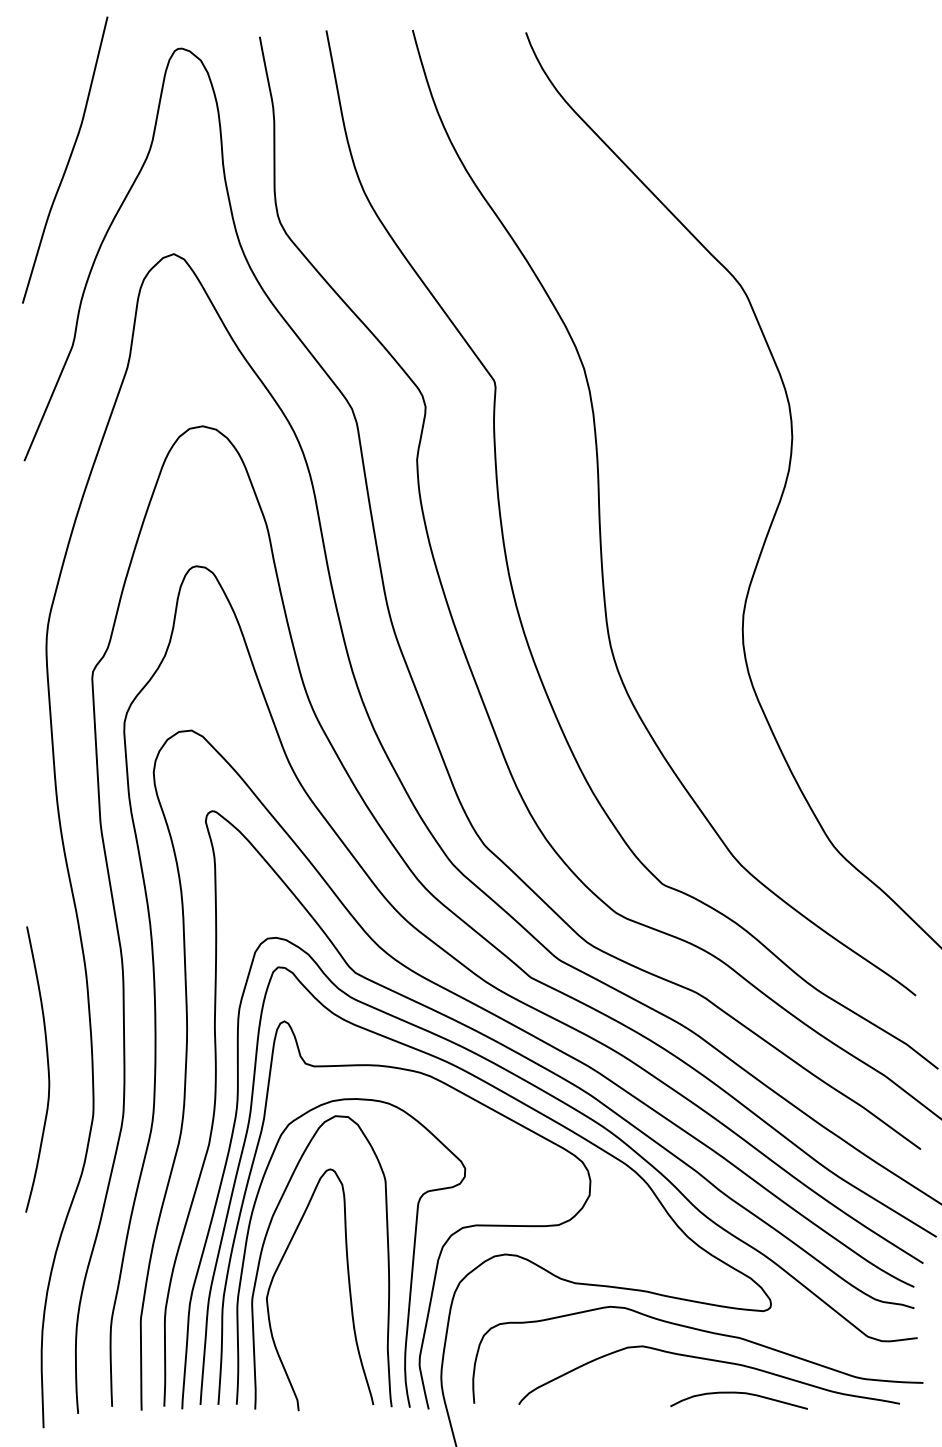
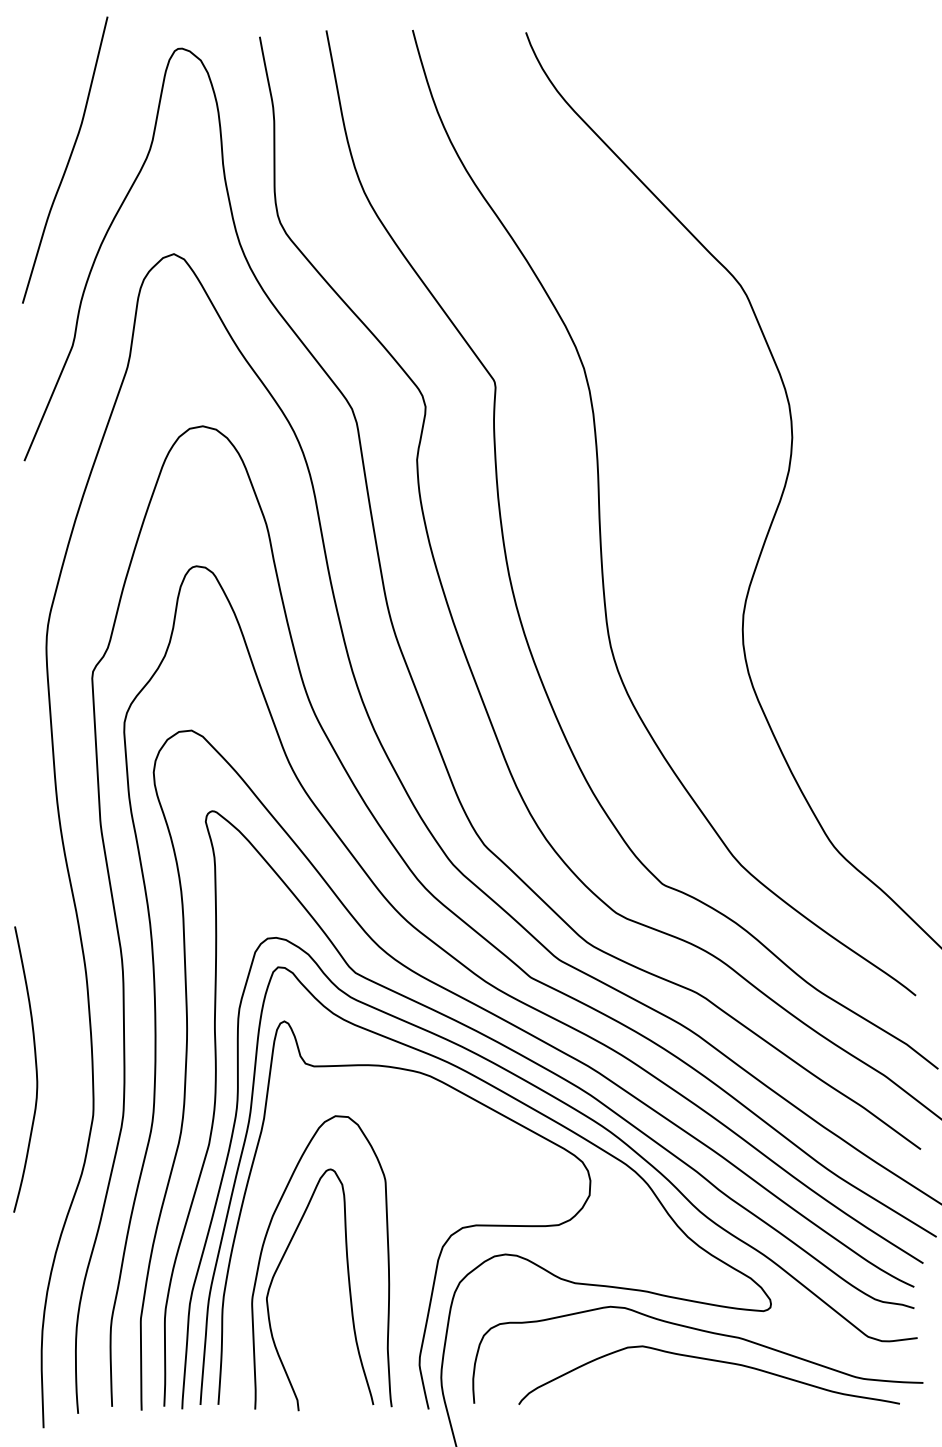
curve at (47, 1069) position: (47, 1069) -> (35, 1069)
curve at (412, 1254): present -> none
curve at (738, 1393): present -> none
